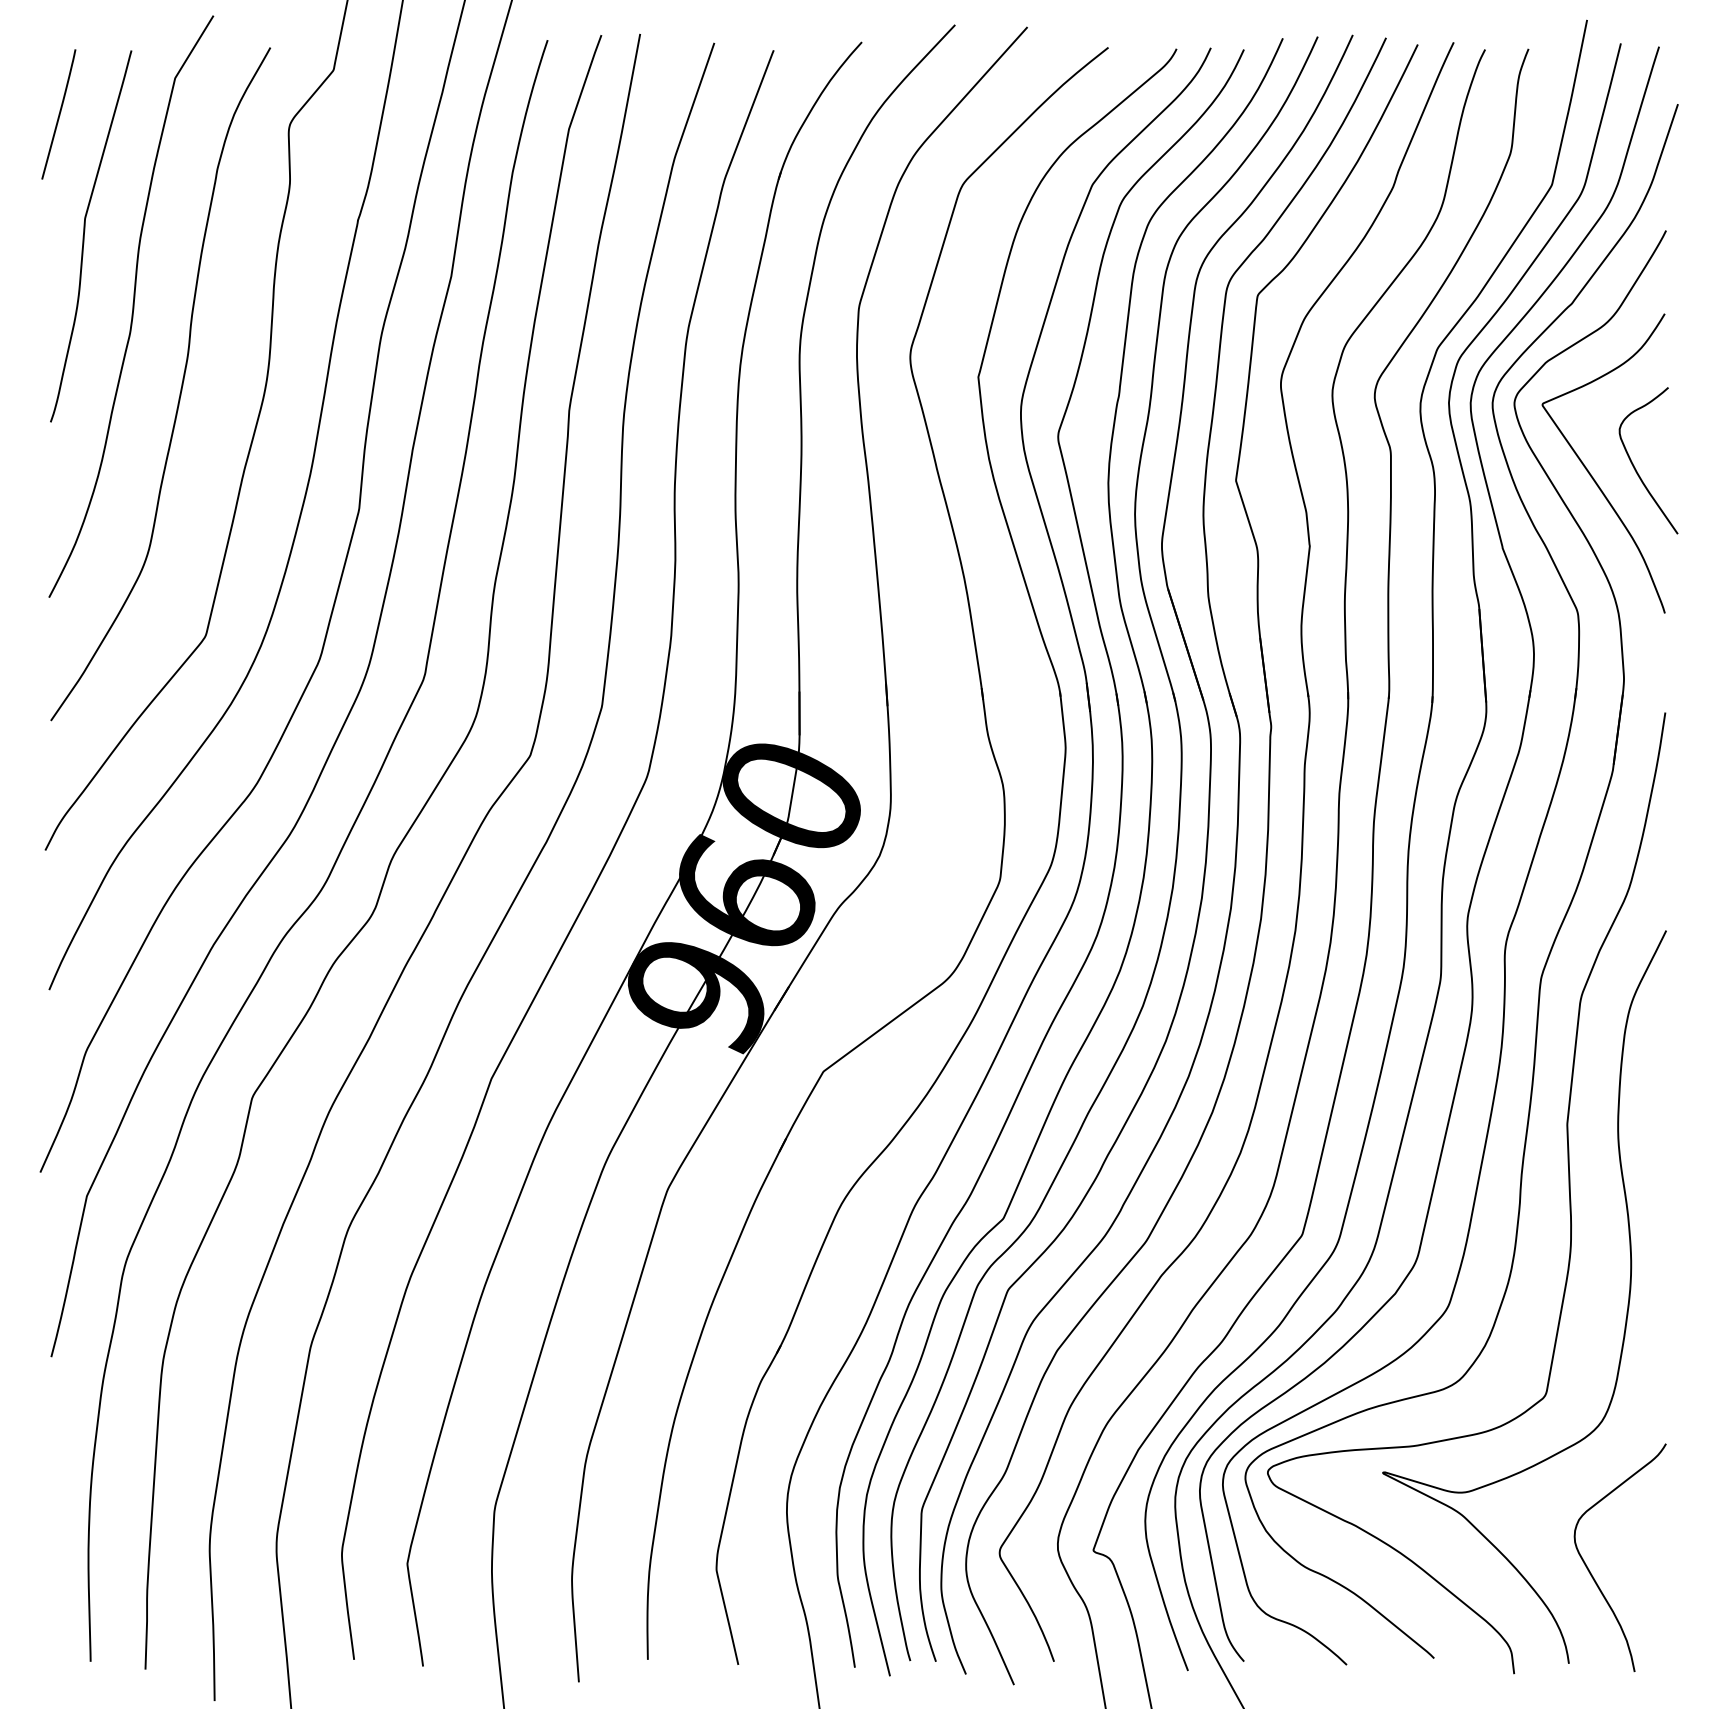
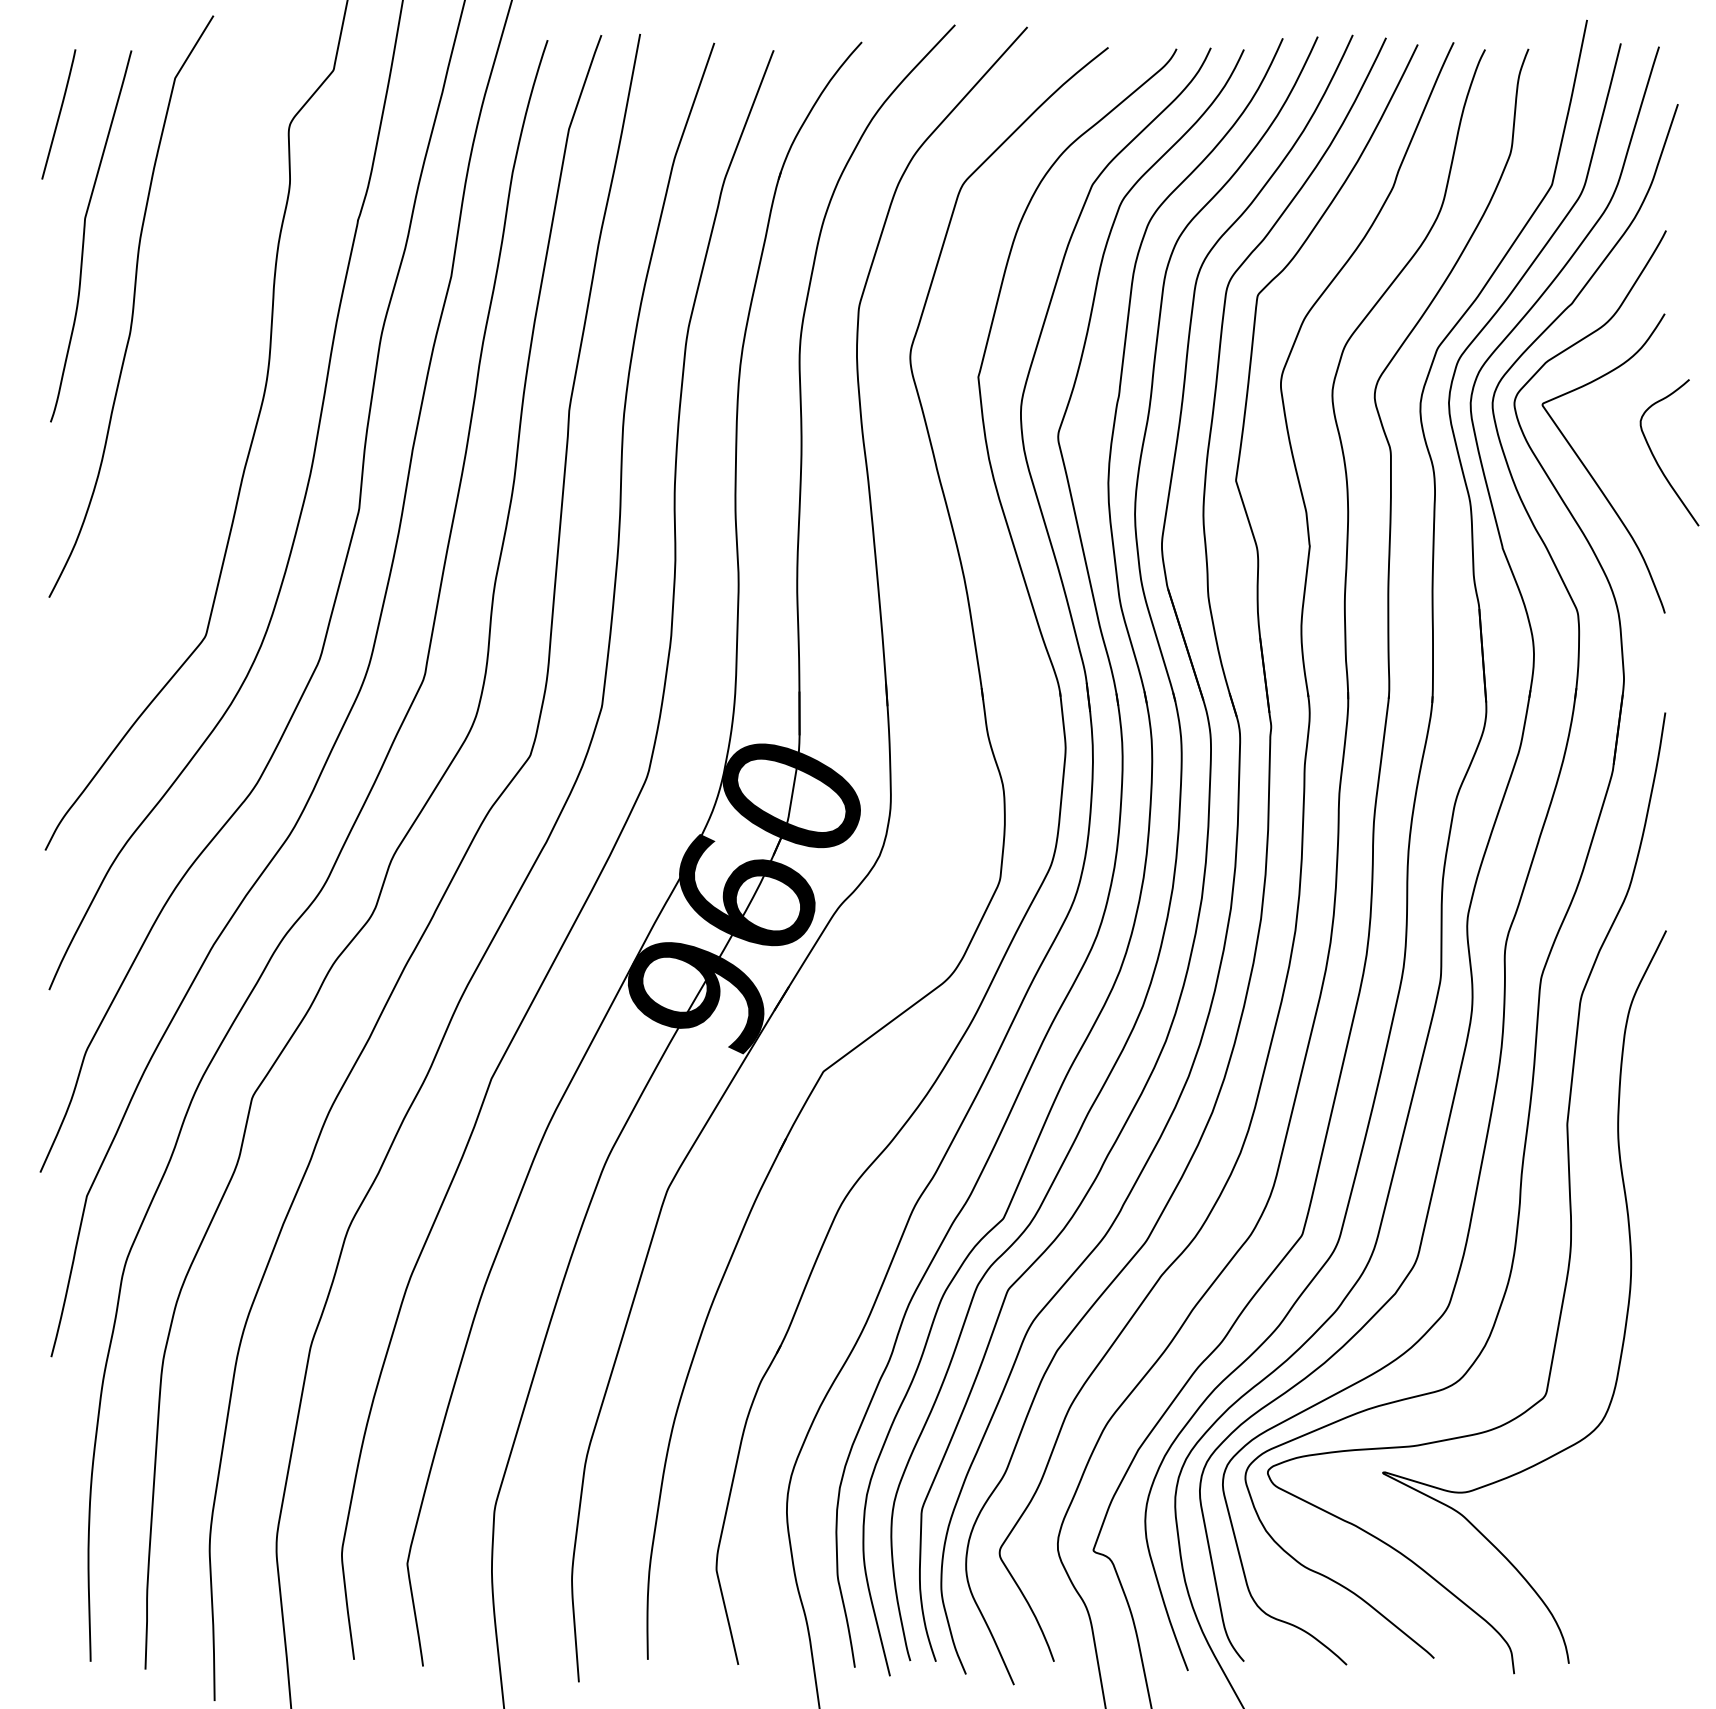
curve at (180, 388): present -> none
curve at (1635, 467) position: (1635, 467) -> (1656, 459)
curve at (1592, 1574): present -> none
